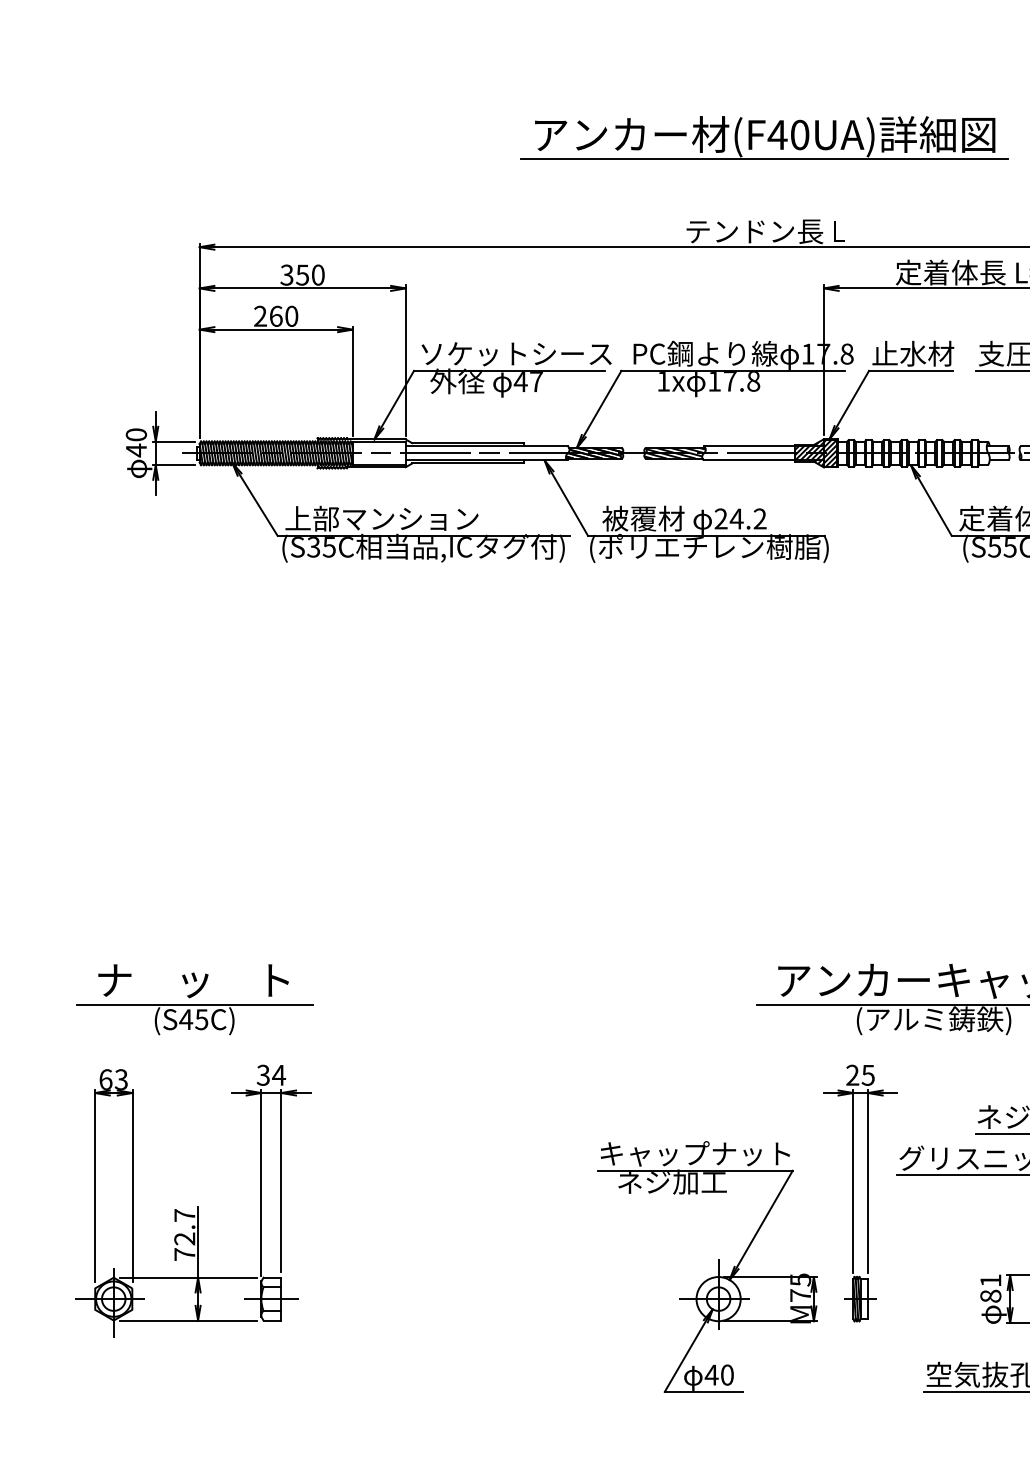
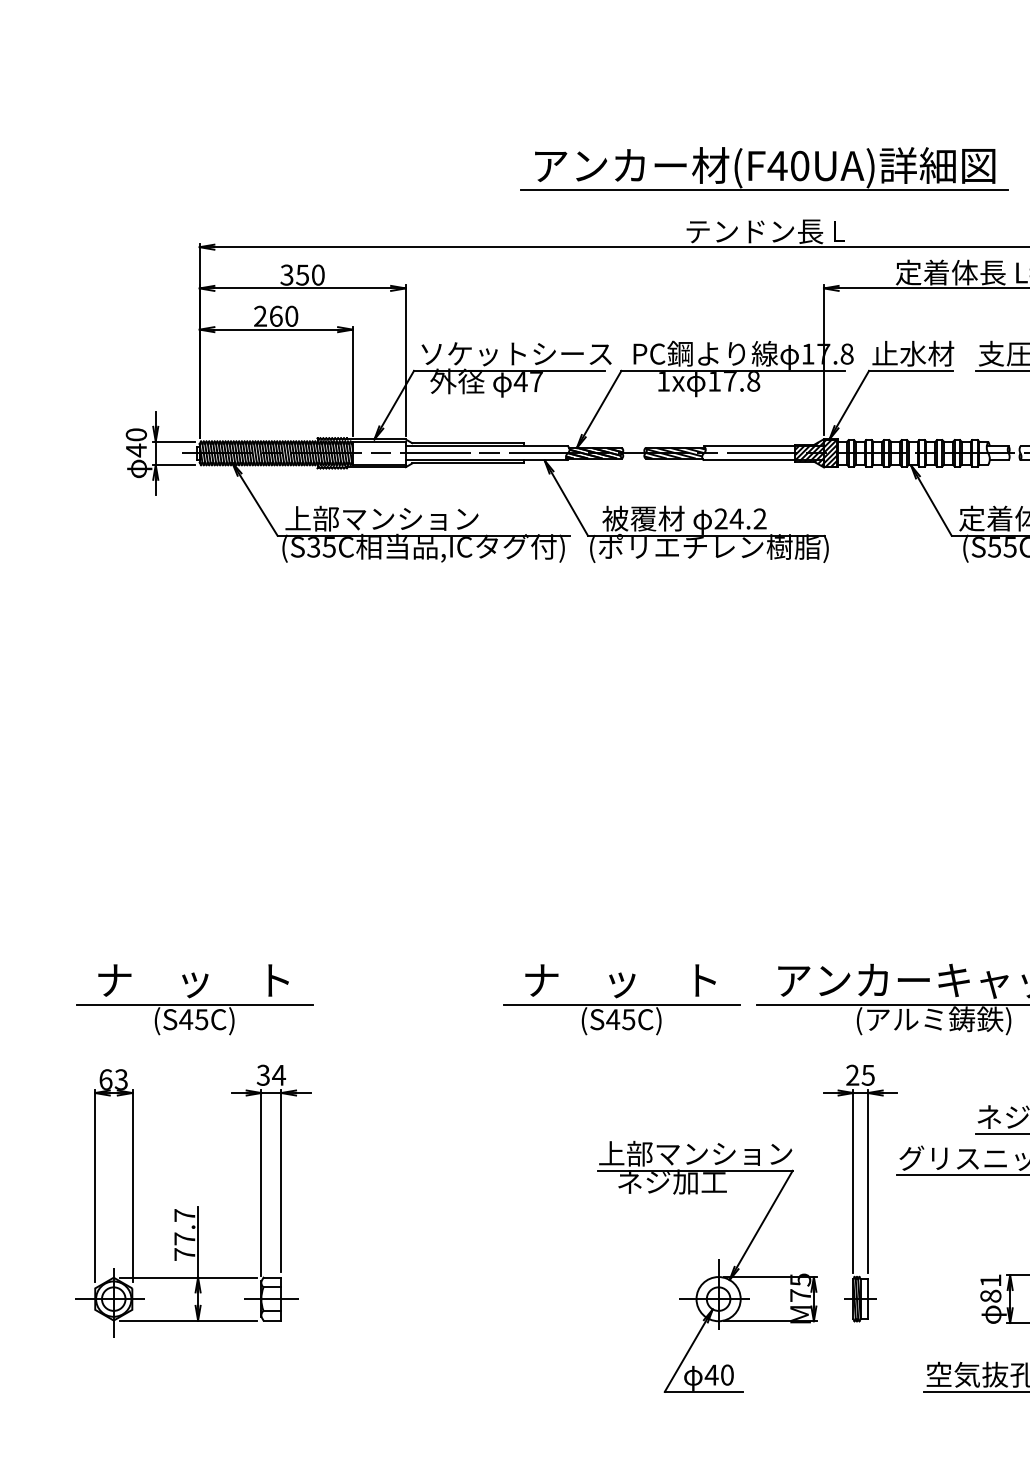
part at (764, 137) position: (764, 137) -> (764, 168)
part at (621, 999): none -> present
text at (695, 1153): キャップナット -> 上部マンション
text at (184, 1238): 72.7 -> 77.7
